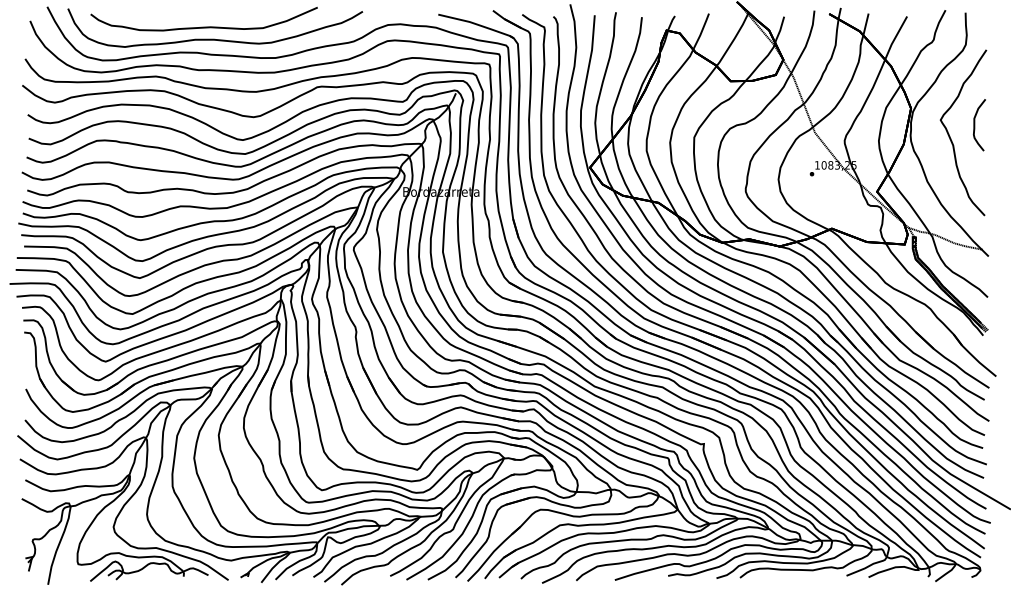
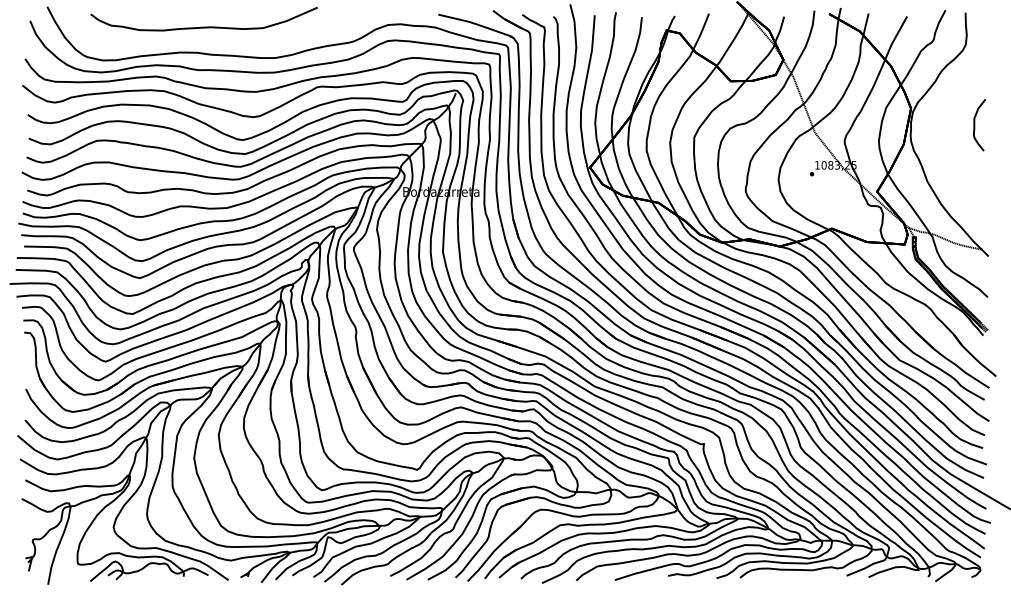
curve at (214, 38): present -> none
curve at (951, 138): present -> none
